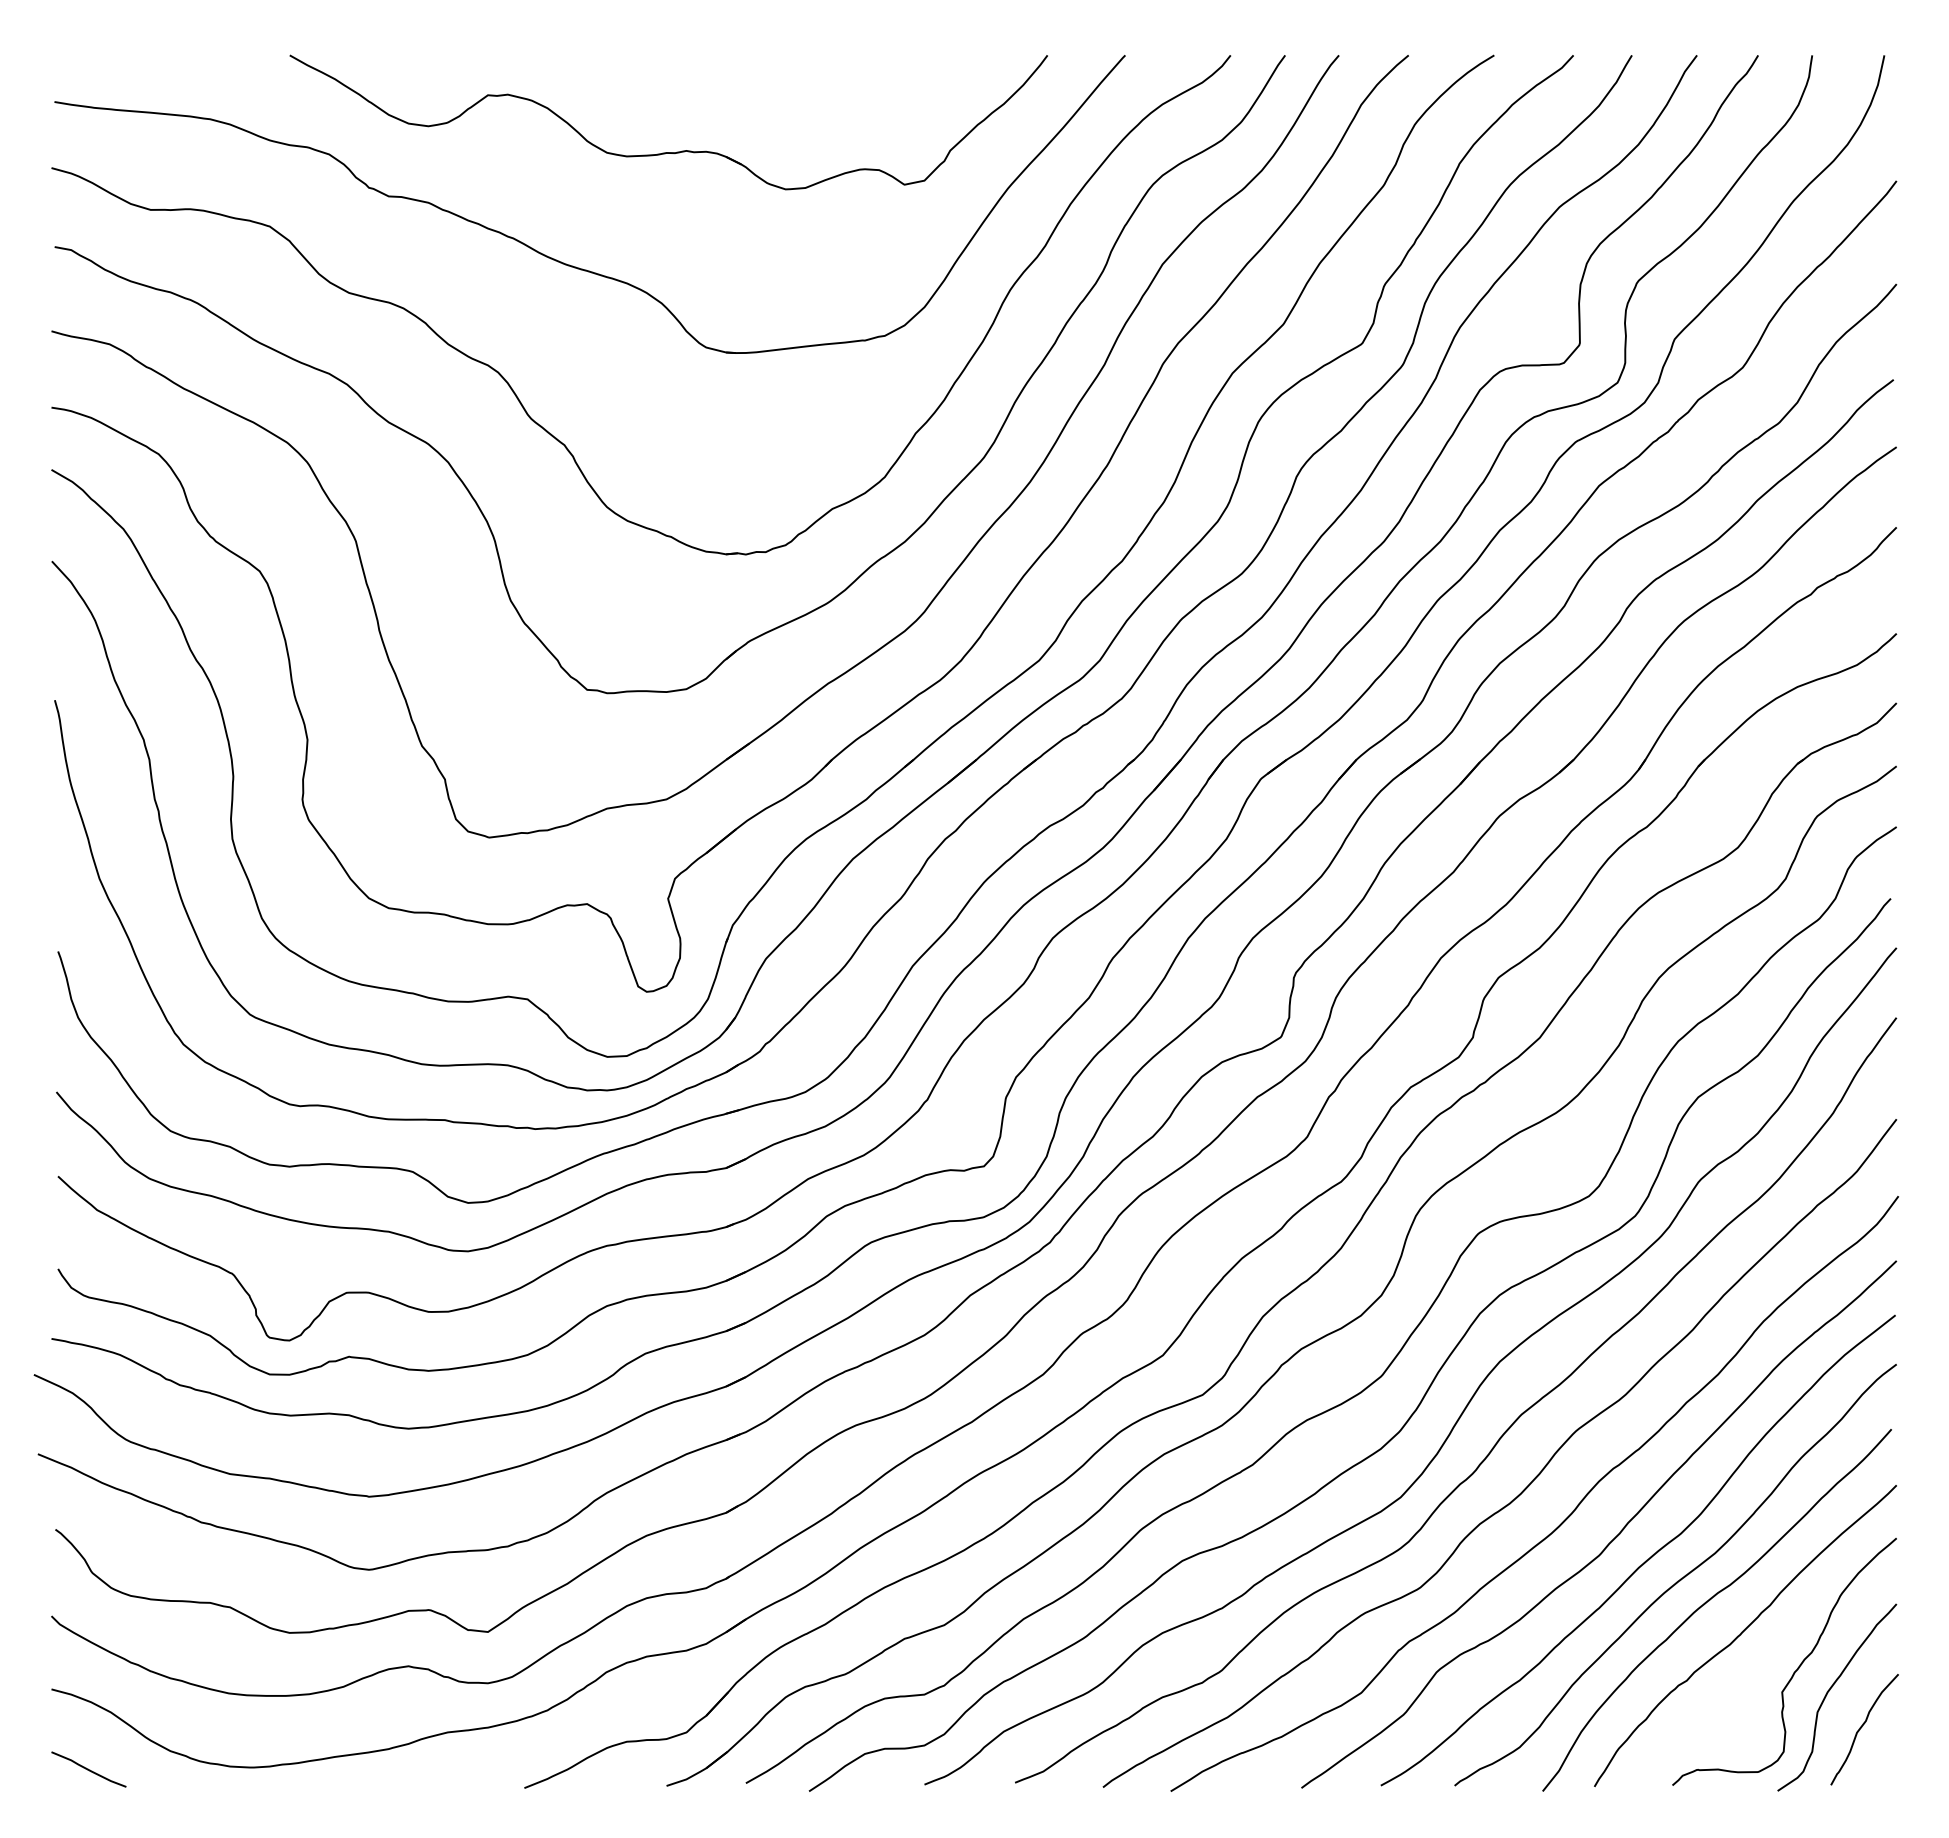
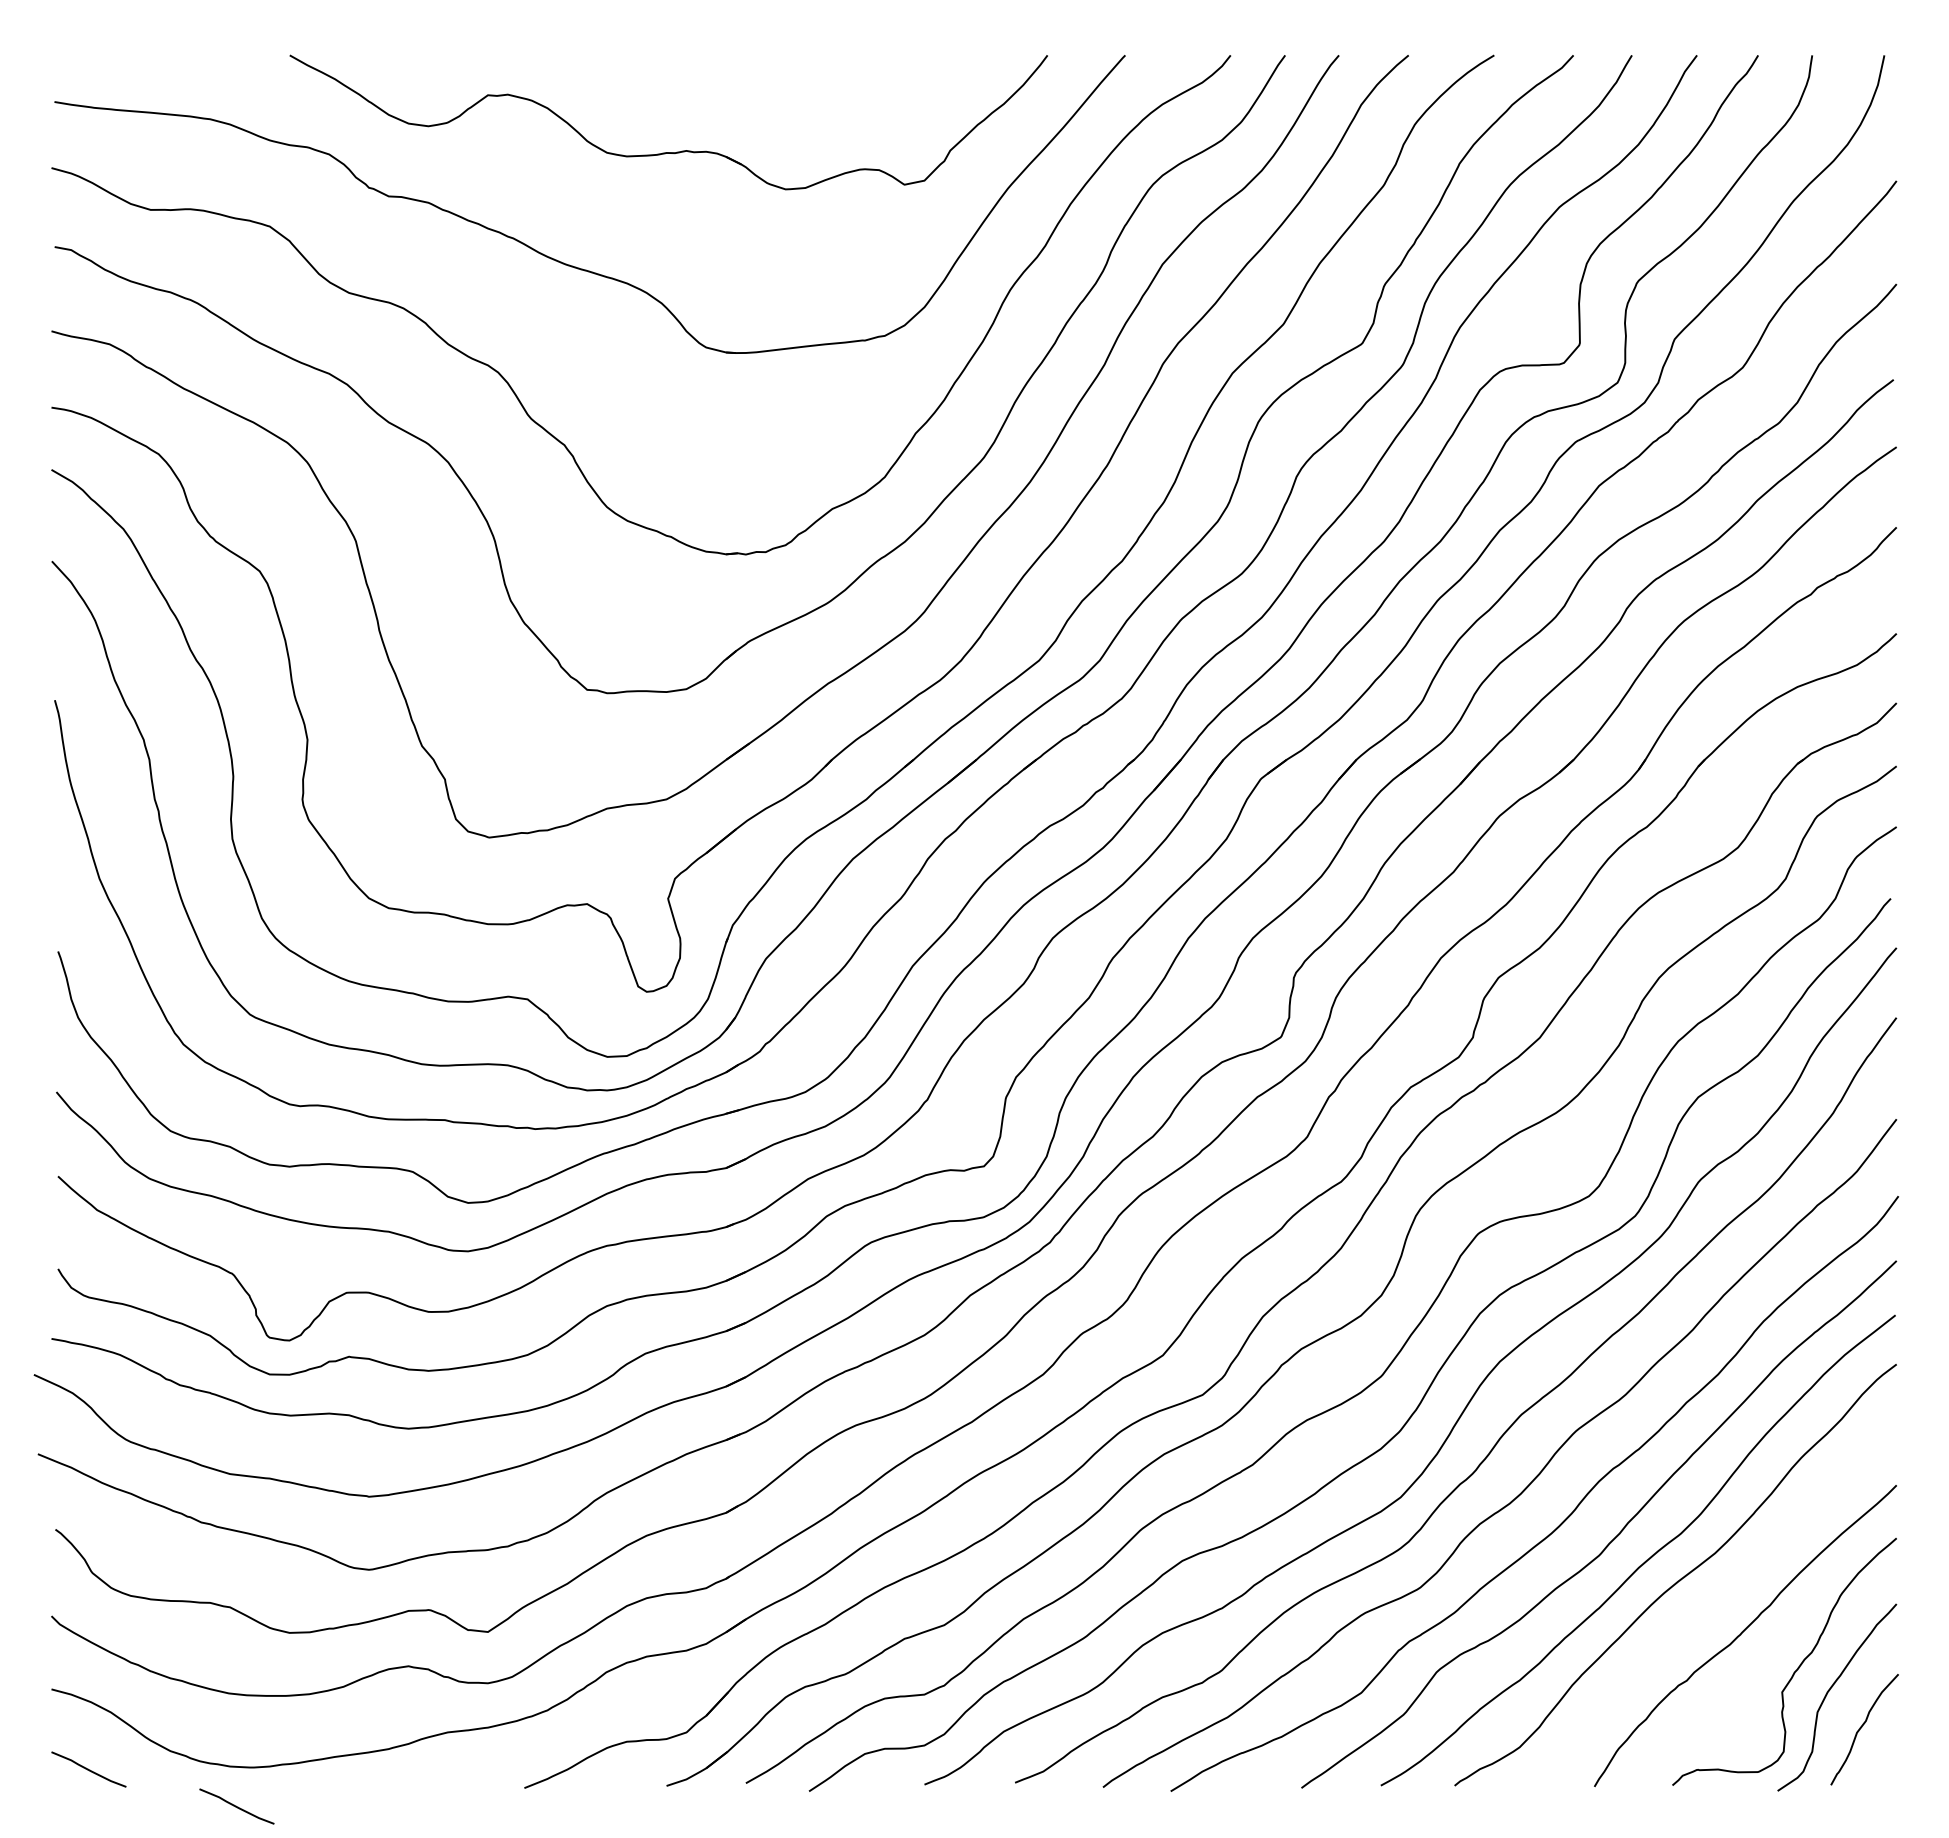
curve at (1709, 1601): present -> none
curve at (236, 1806): none -> present
